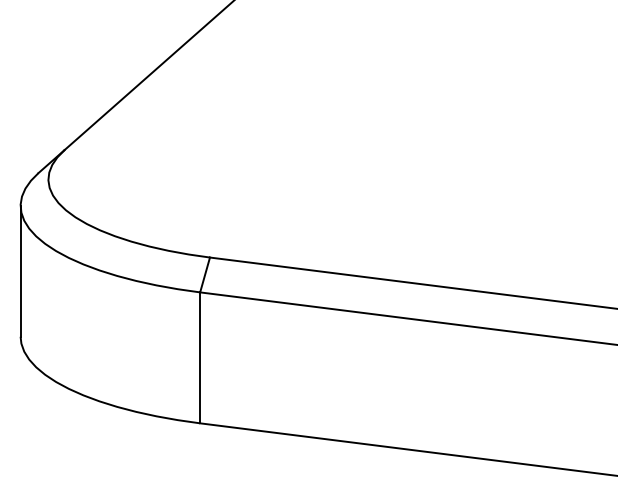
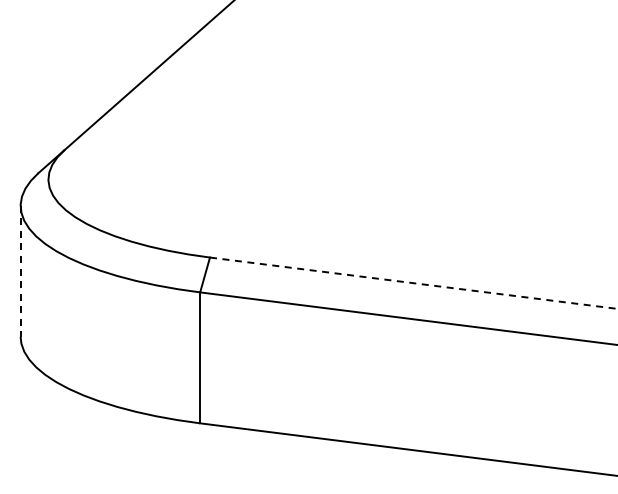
line at (20, 271): solid -> dashed
line at (414, 283): solid -> dashed
